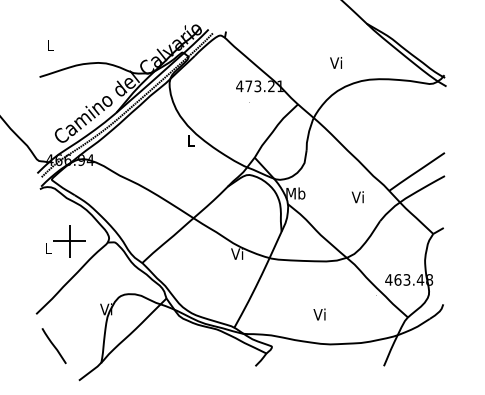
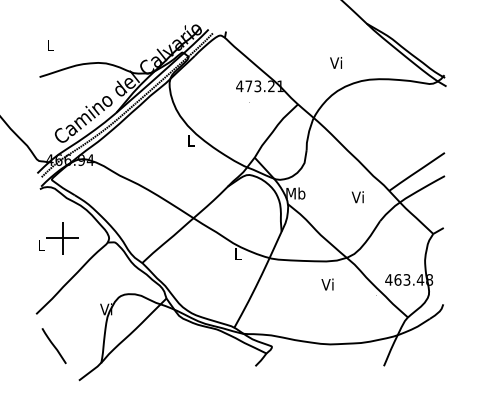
part at (65, 241) position: (65, 241) -> (58, 238)
text at (237, 253): Vi -> L
text at (319, 314) position: (319, 314) -> (327, 284)
